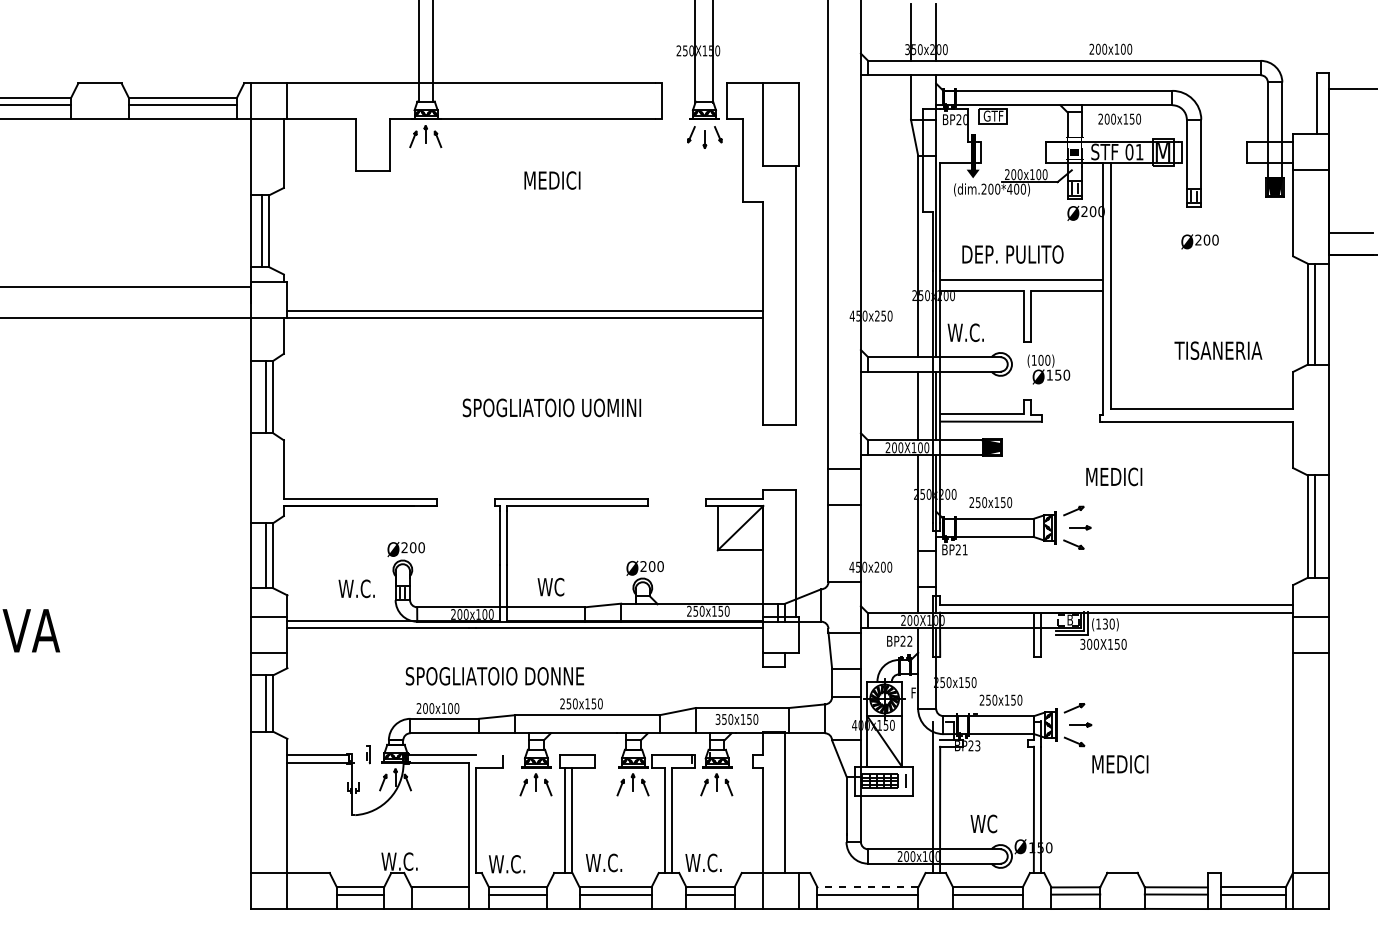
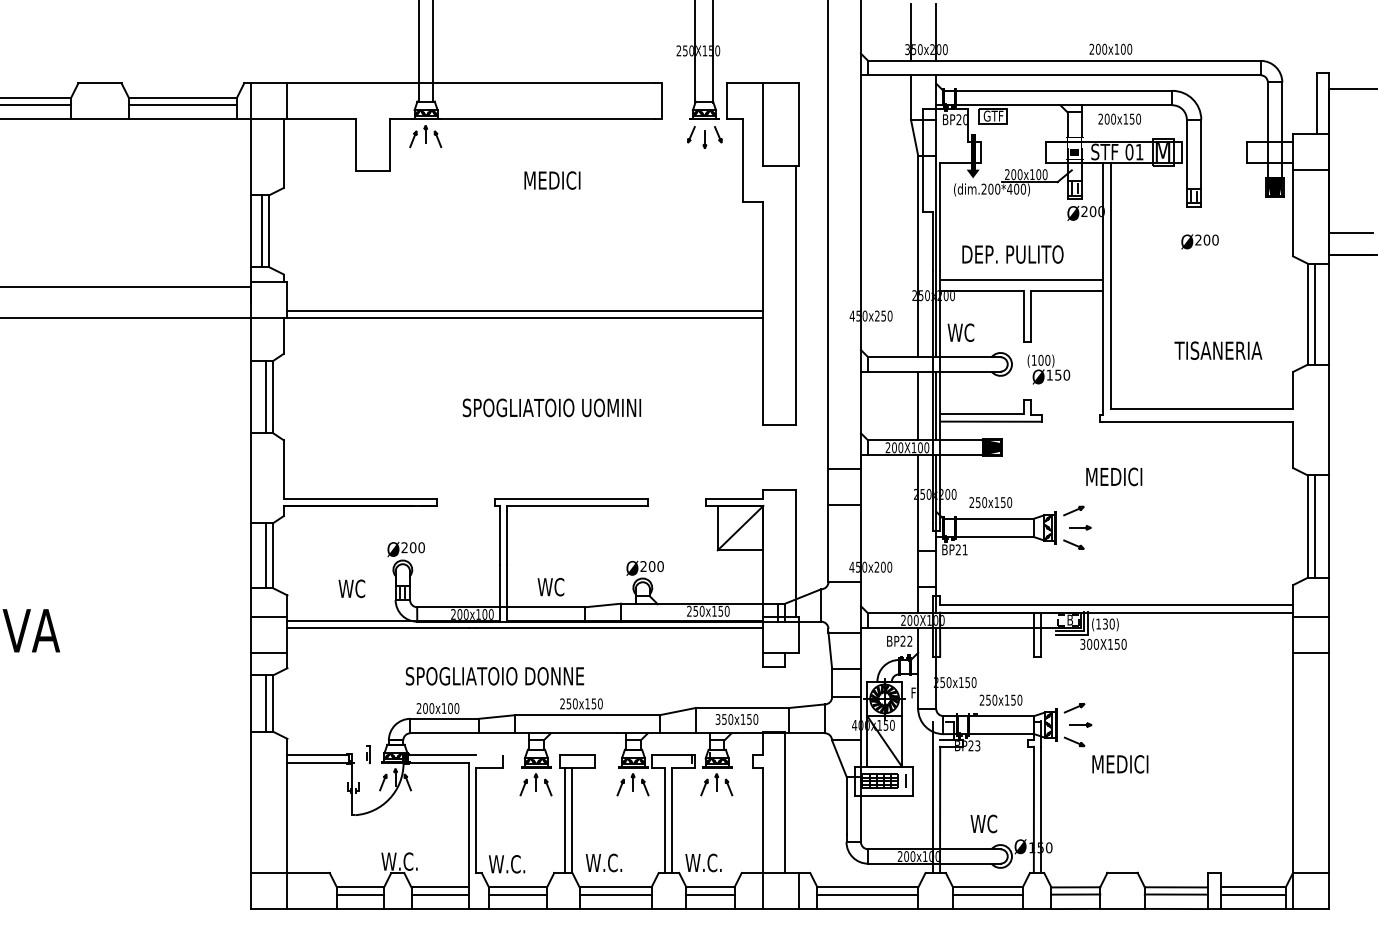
text at (973, 332): W.C. -> WC
text at (364, 588): W.C. -> WC
line at (867, 887): dashed -> solid
line at (440, 894): none -> present
